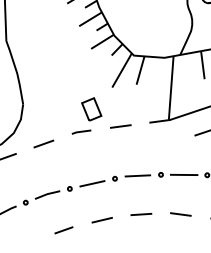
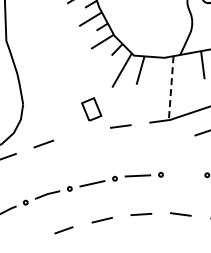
line at (171, 88): solid -> dashed
line at (81, 131): present -> none
line at (183, 174): present -> none
